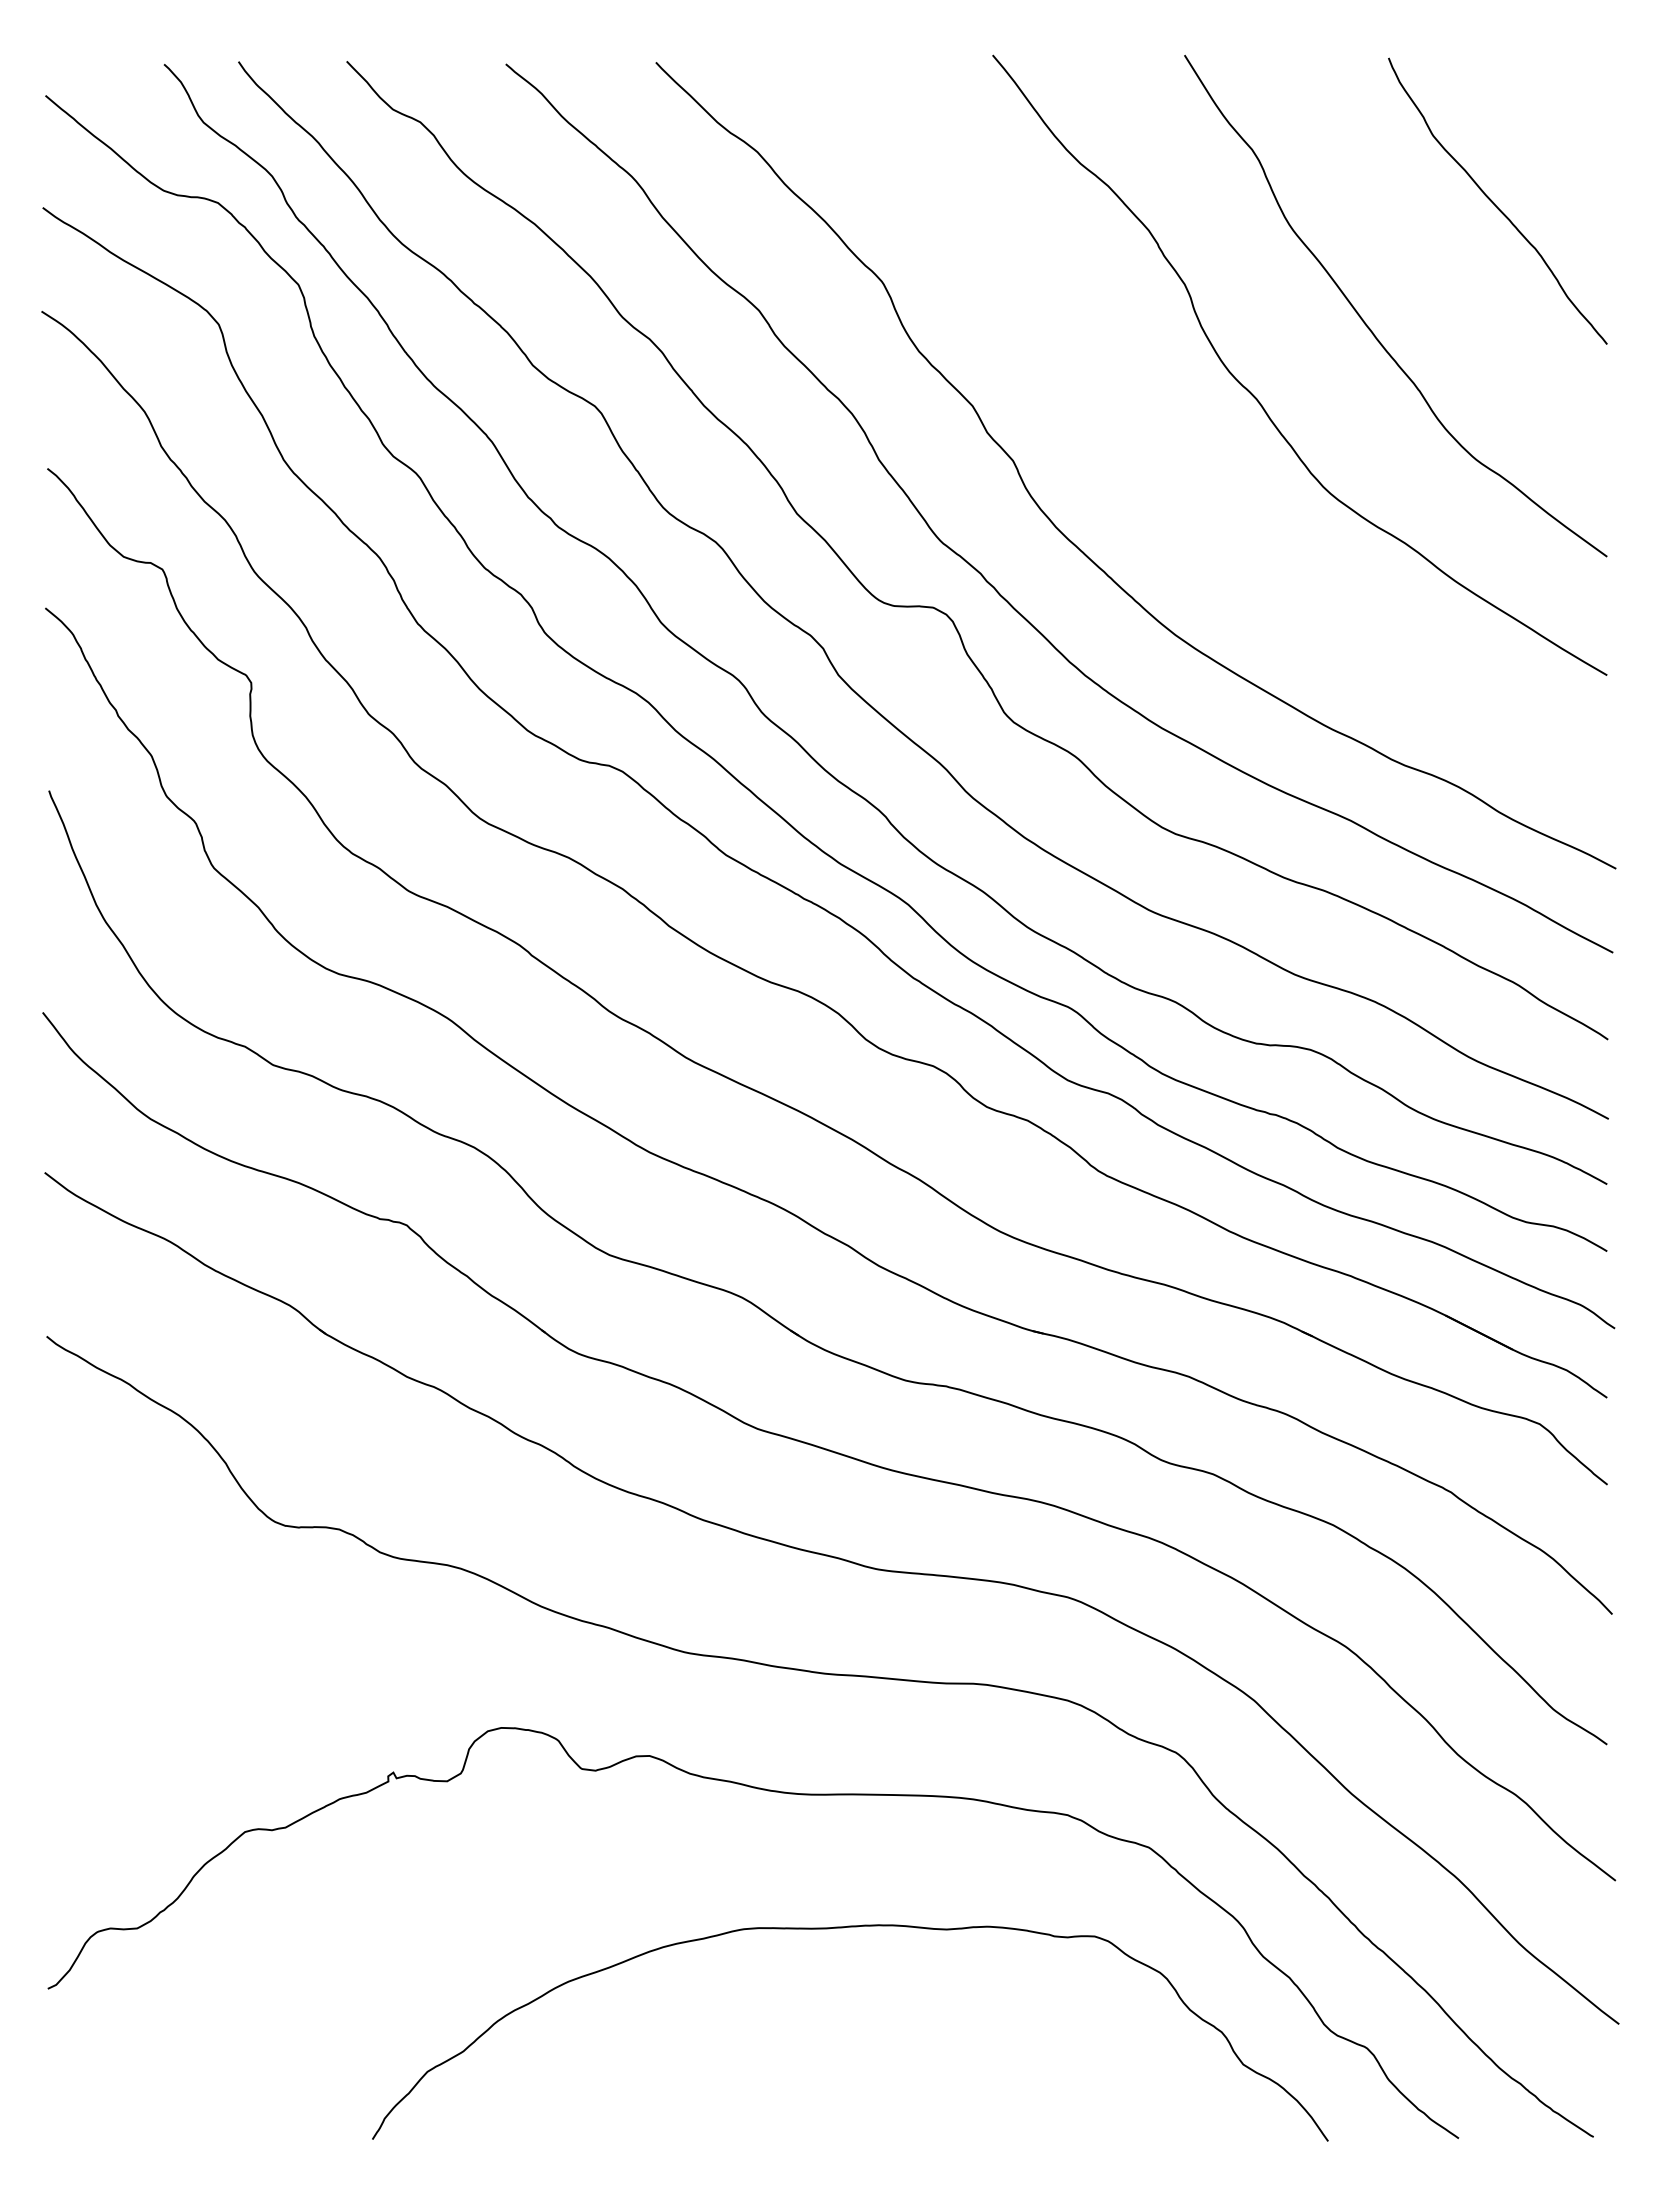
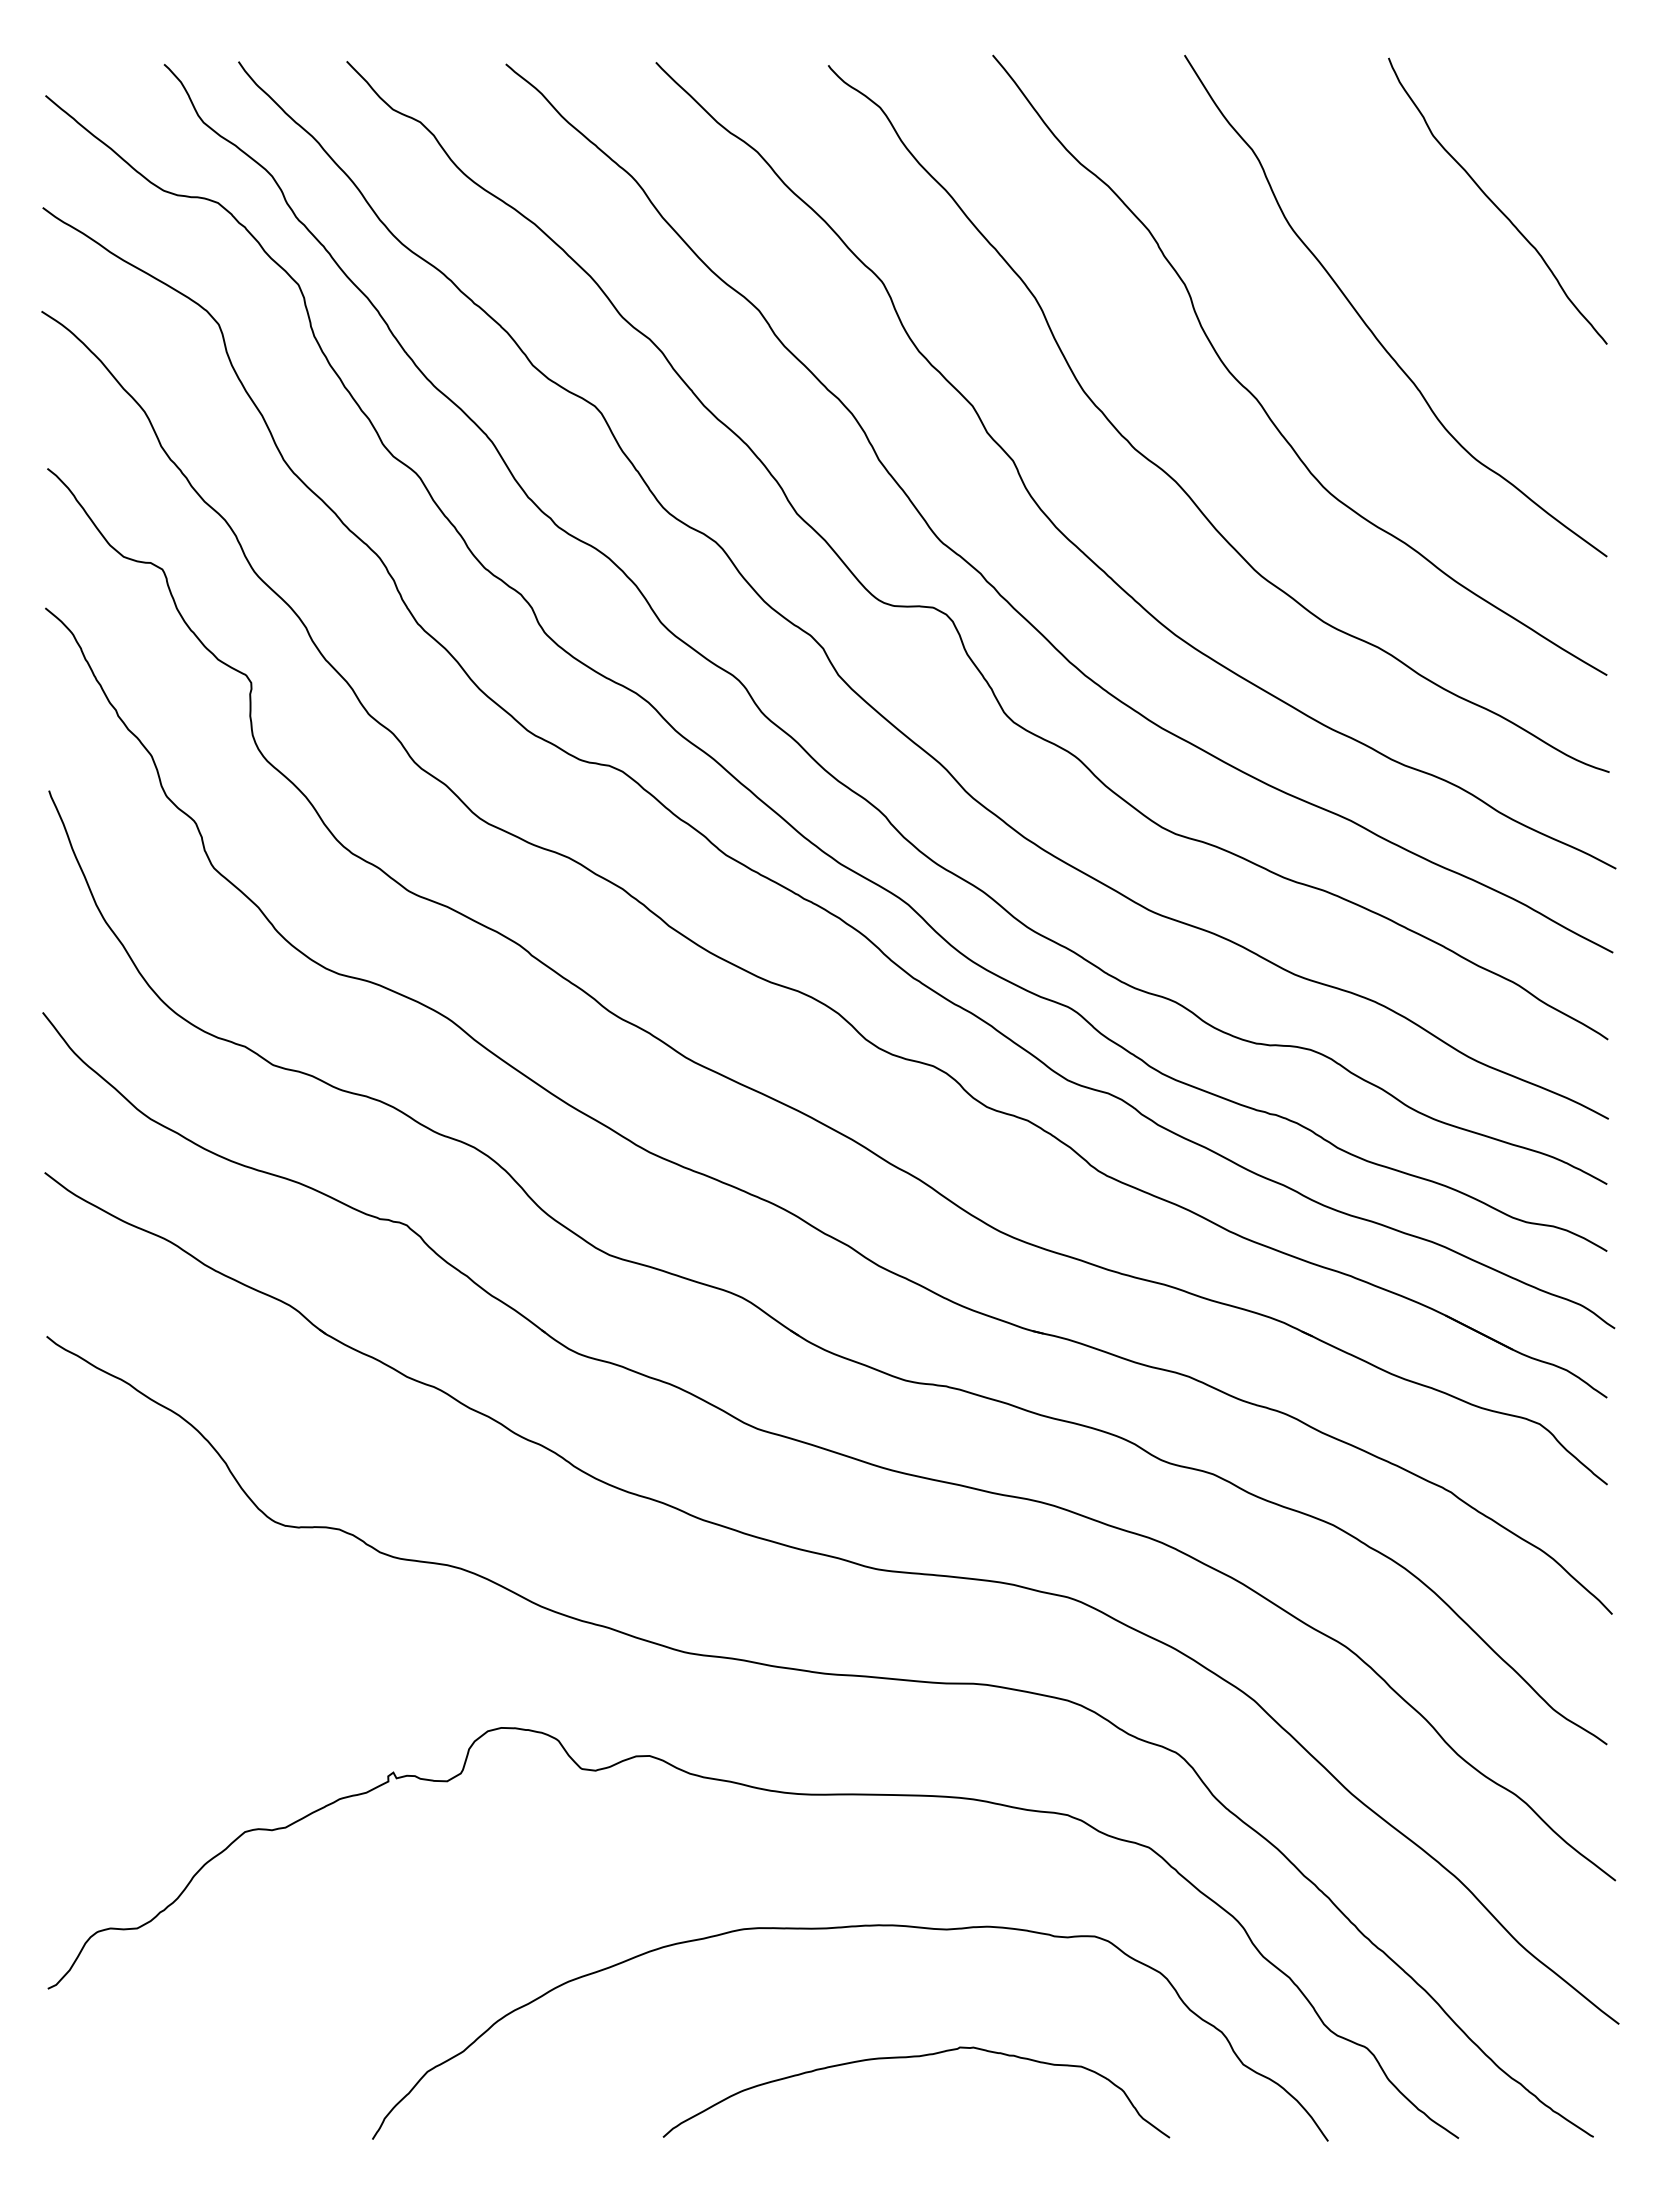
curve at (1168, 473): none -> present
curve at (916, 2057): none -> present
